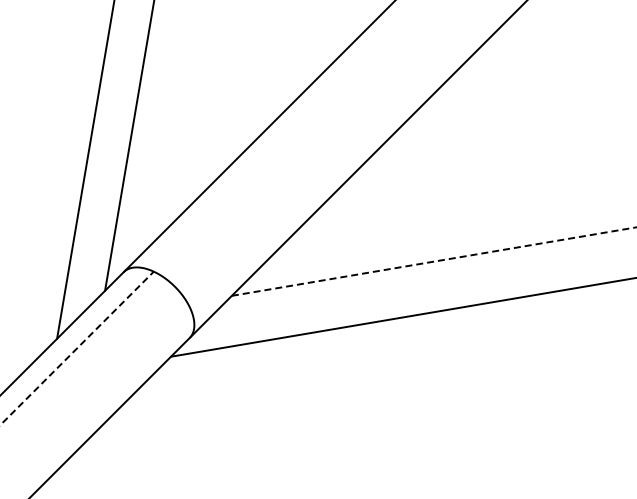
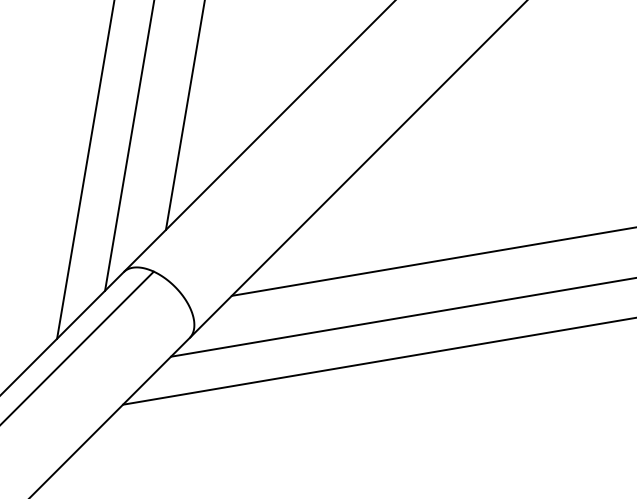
line at (184, 115): none -> present
line at (433, 261): dashed -> solid
line at (77, 348): dashed -> solid
line at (377, 361): none -> present
